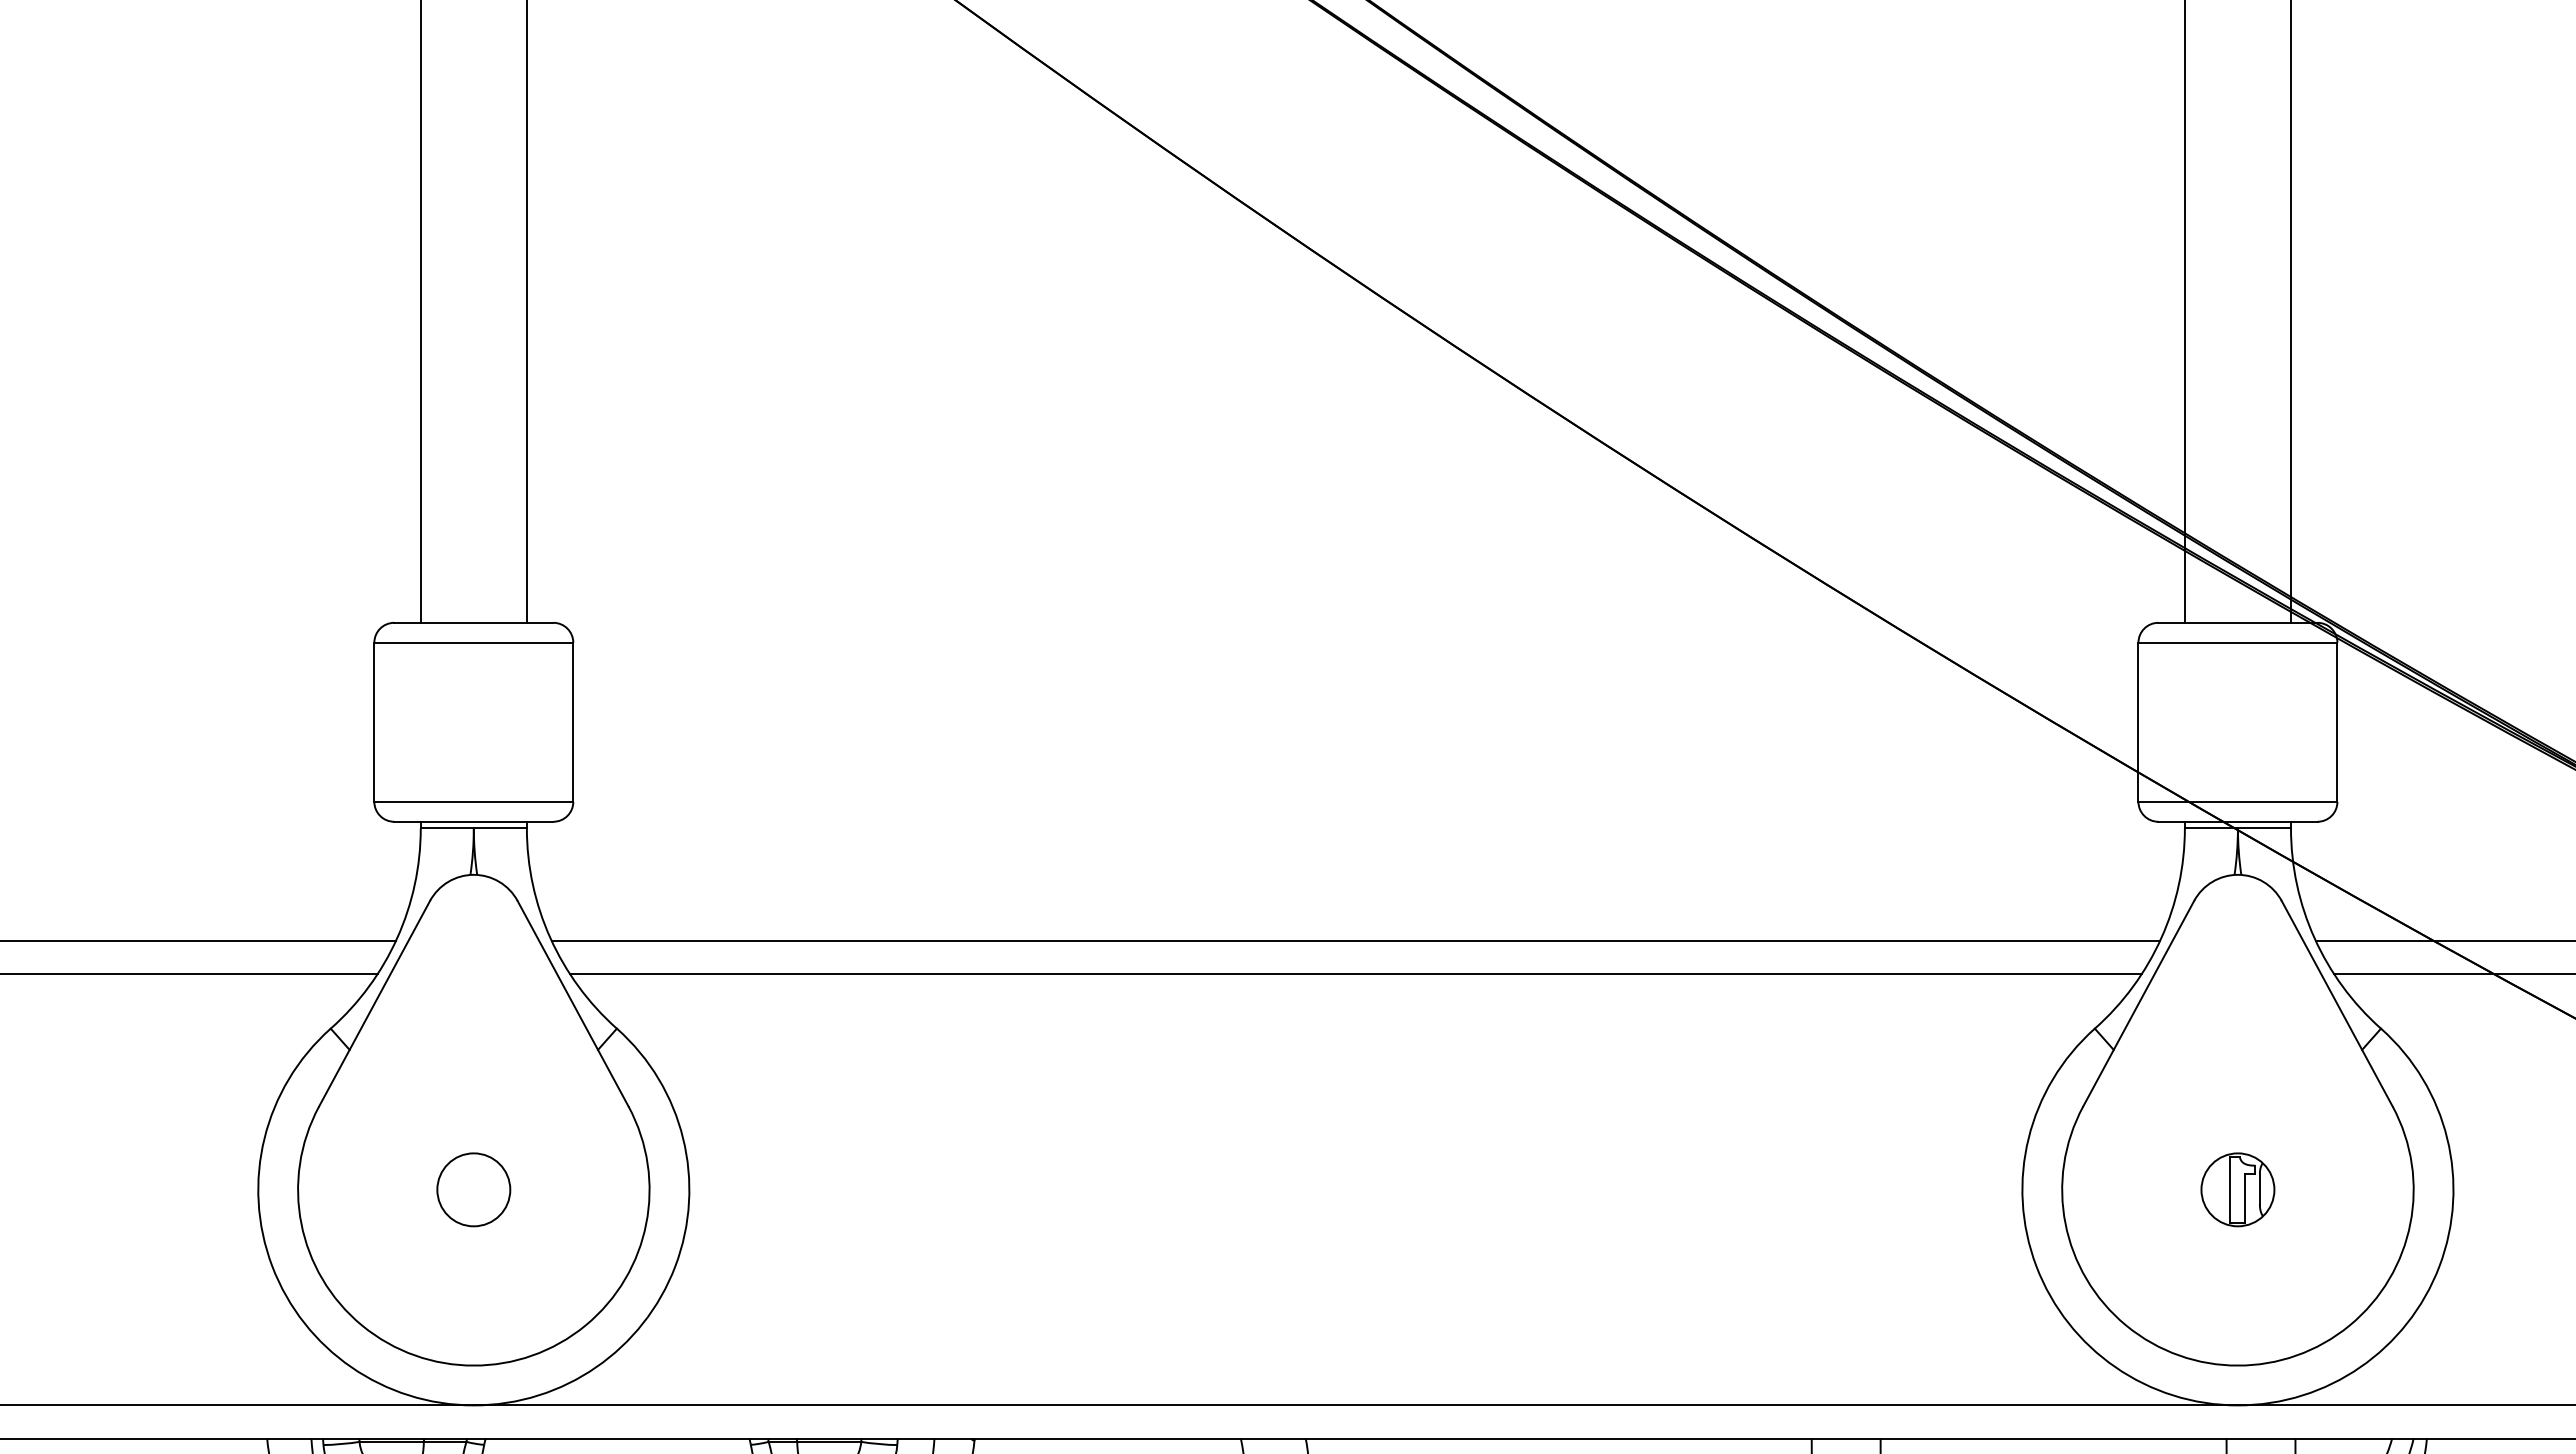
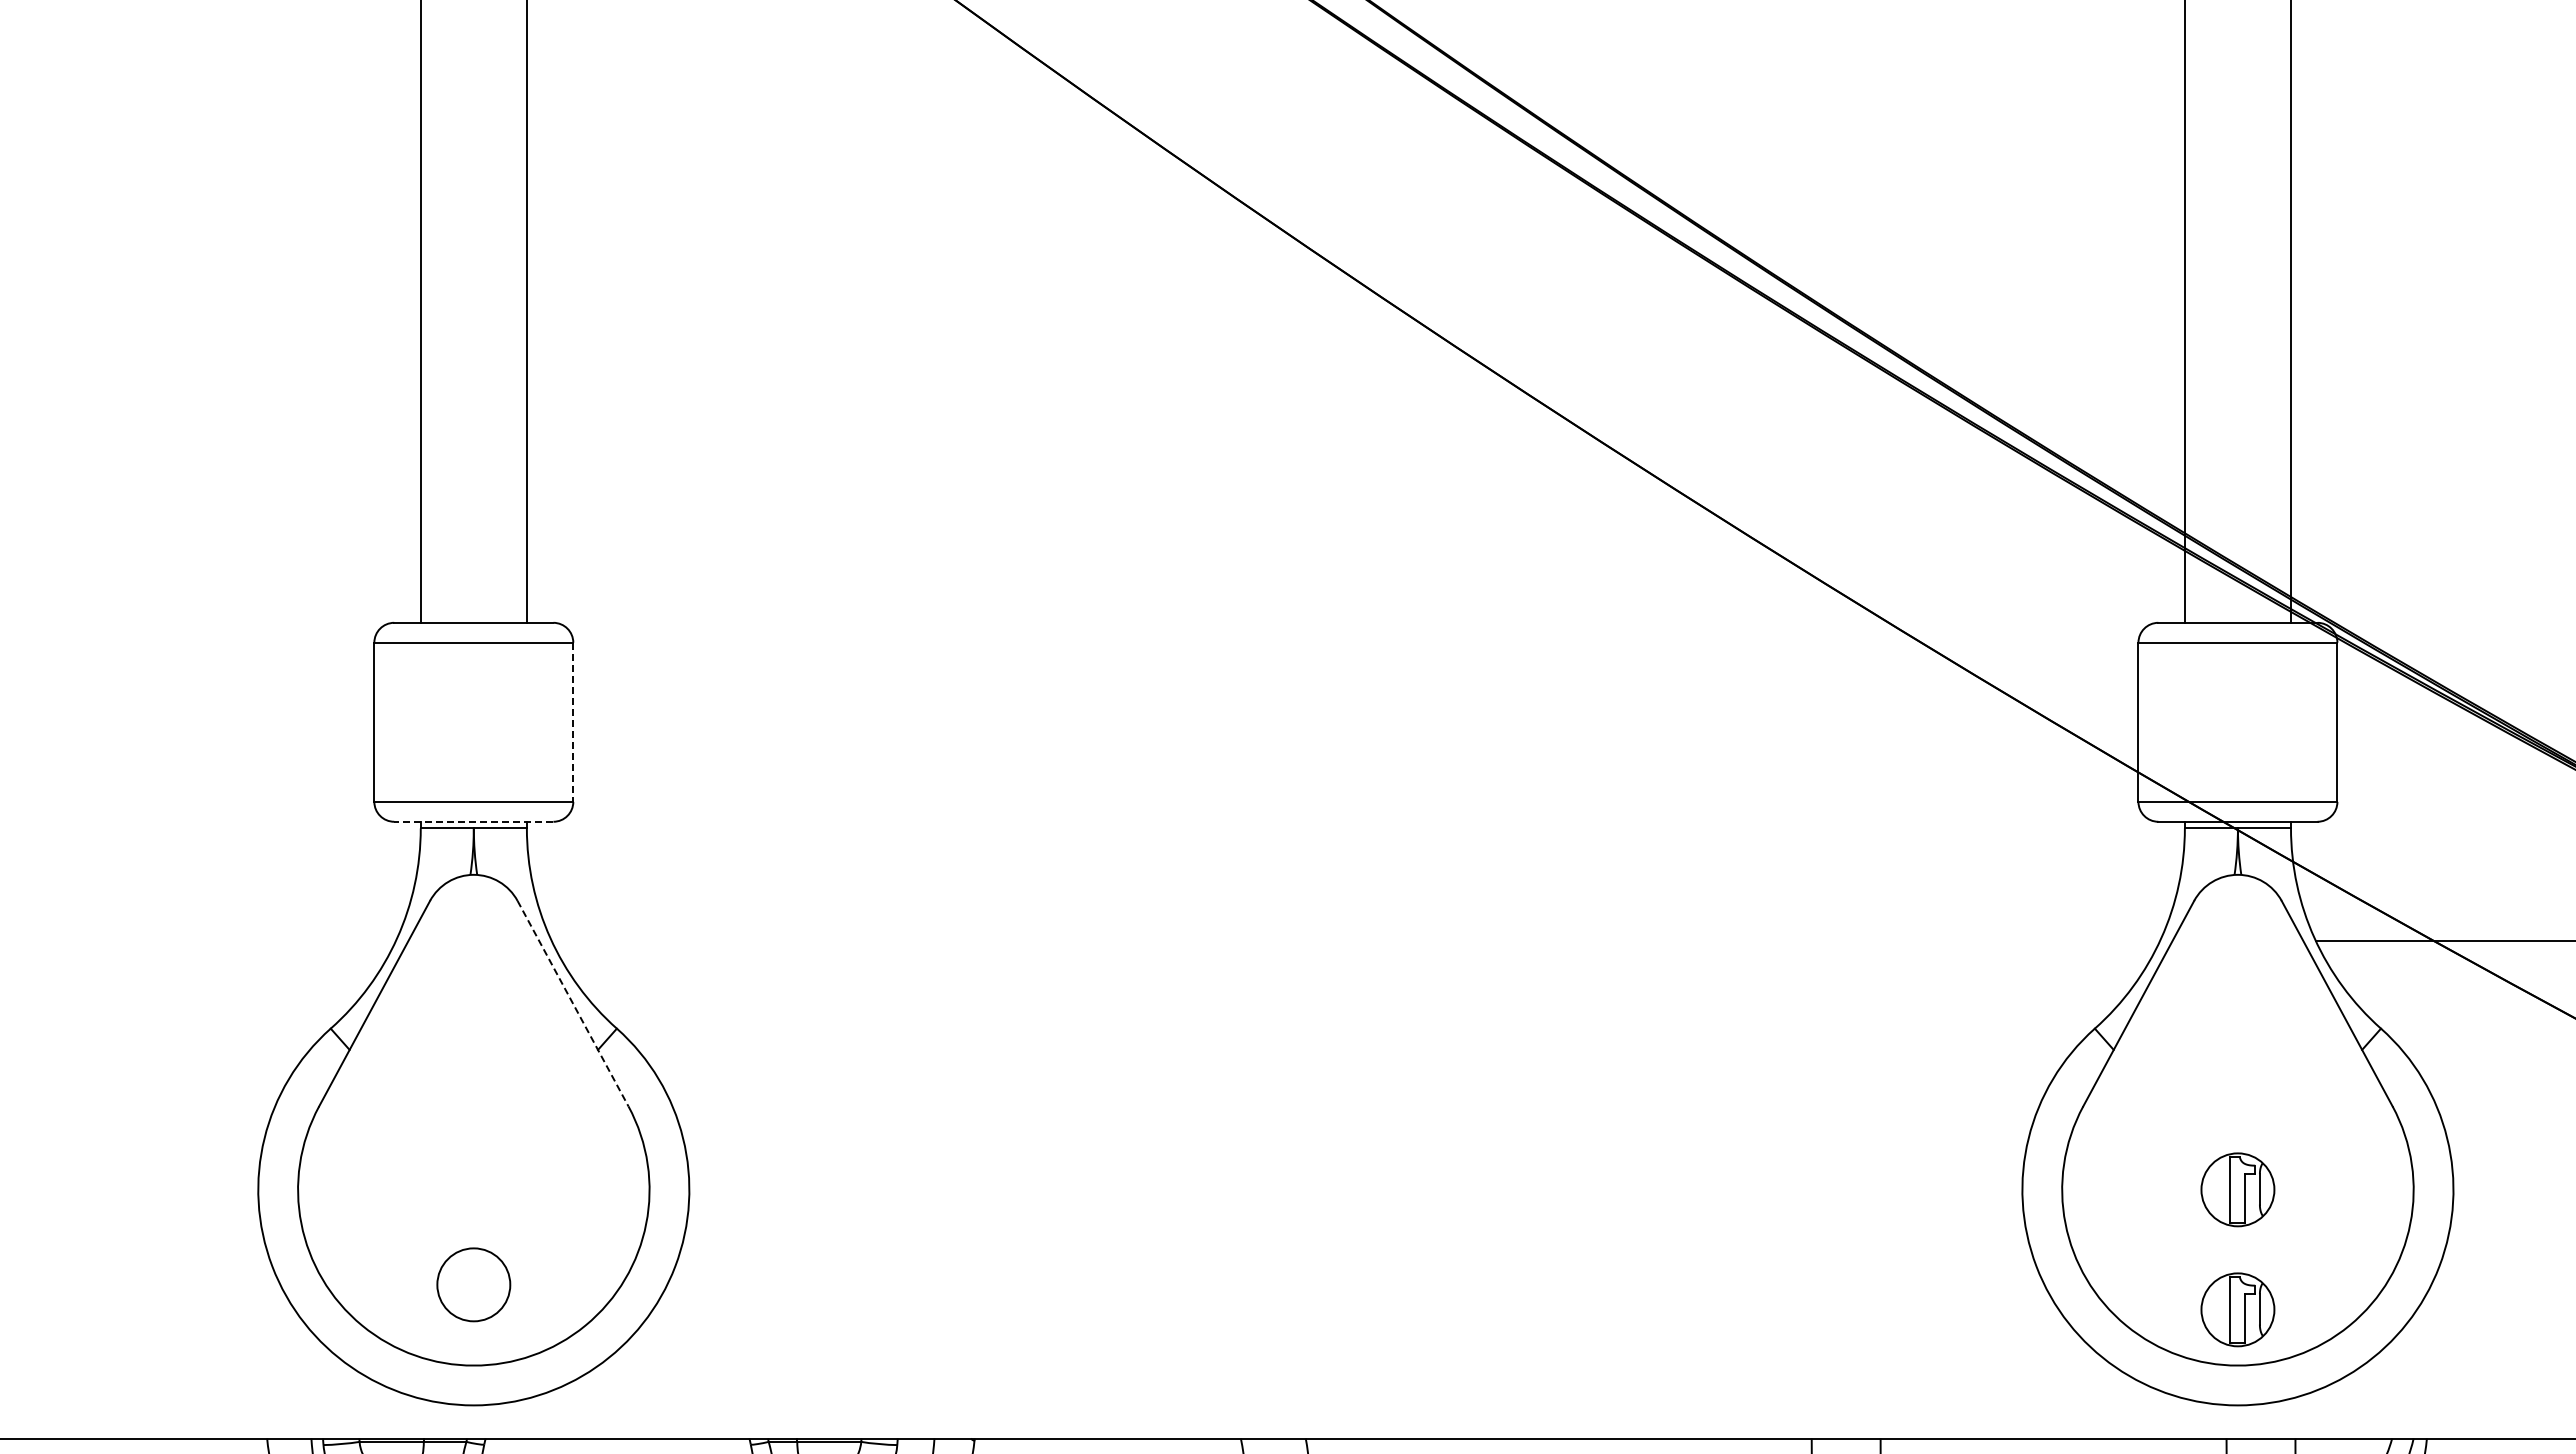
line at (573, 722): solid -> dashed
line at (473, 821): solid -> dashed
line at (198, 941): present -> none
line at (1355, 941): present -> none
line at (189, 974): present -> none
line at (1355, 974): present -> none
line at (2453, 974): present -> none
line at (573, 1003): solid -> dashed
circle at (473, 1189) position: (473, 1189) -> (473, 1284)
part at (2237, 1309): none -> present
line at (1287, 1405): present -> none
